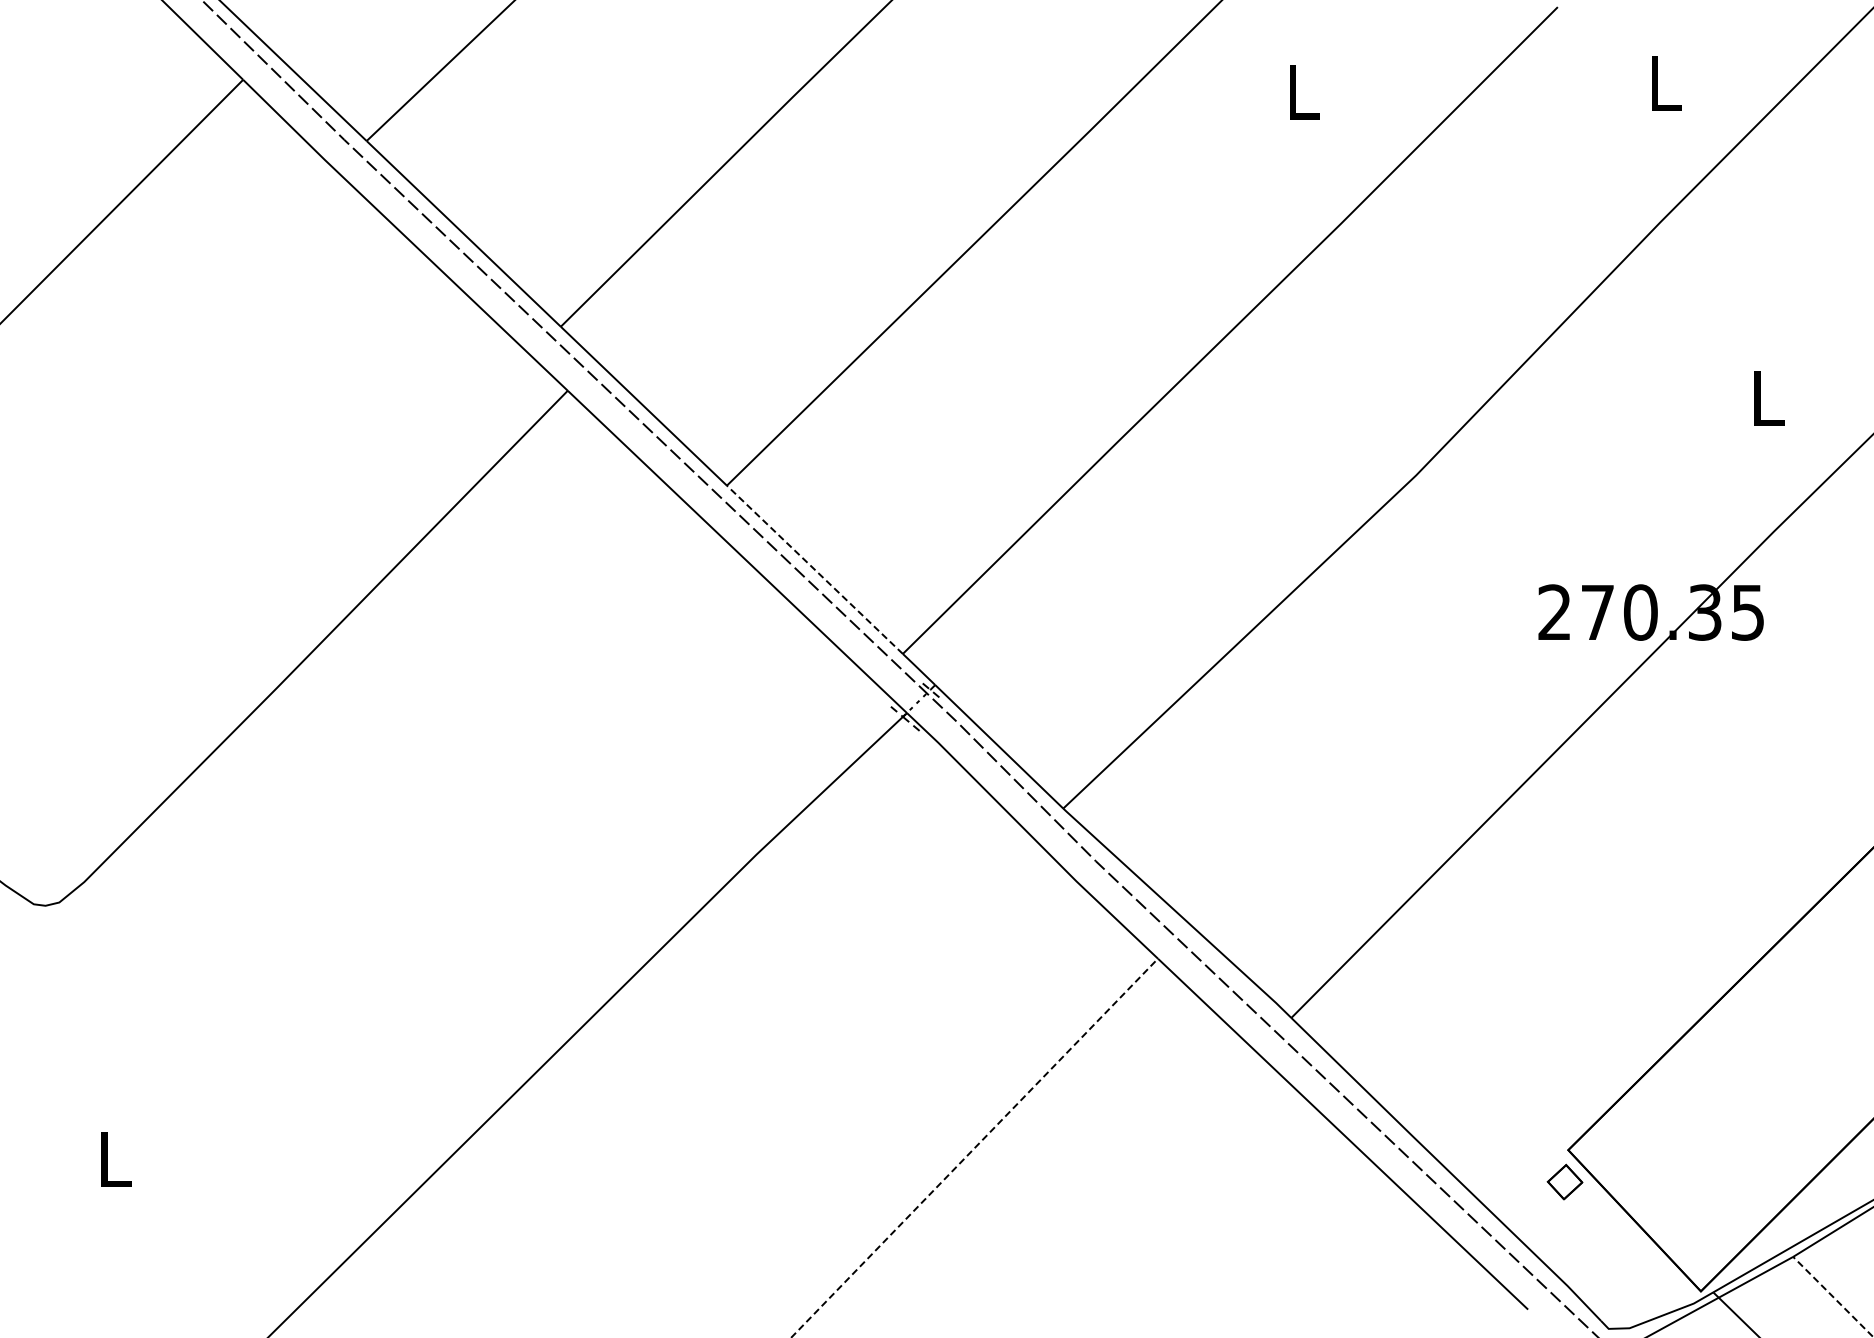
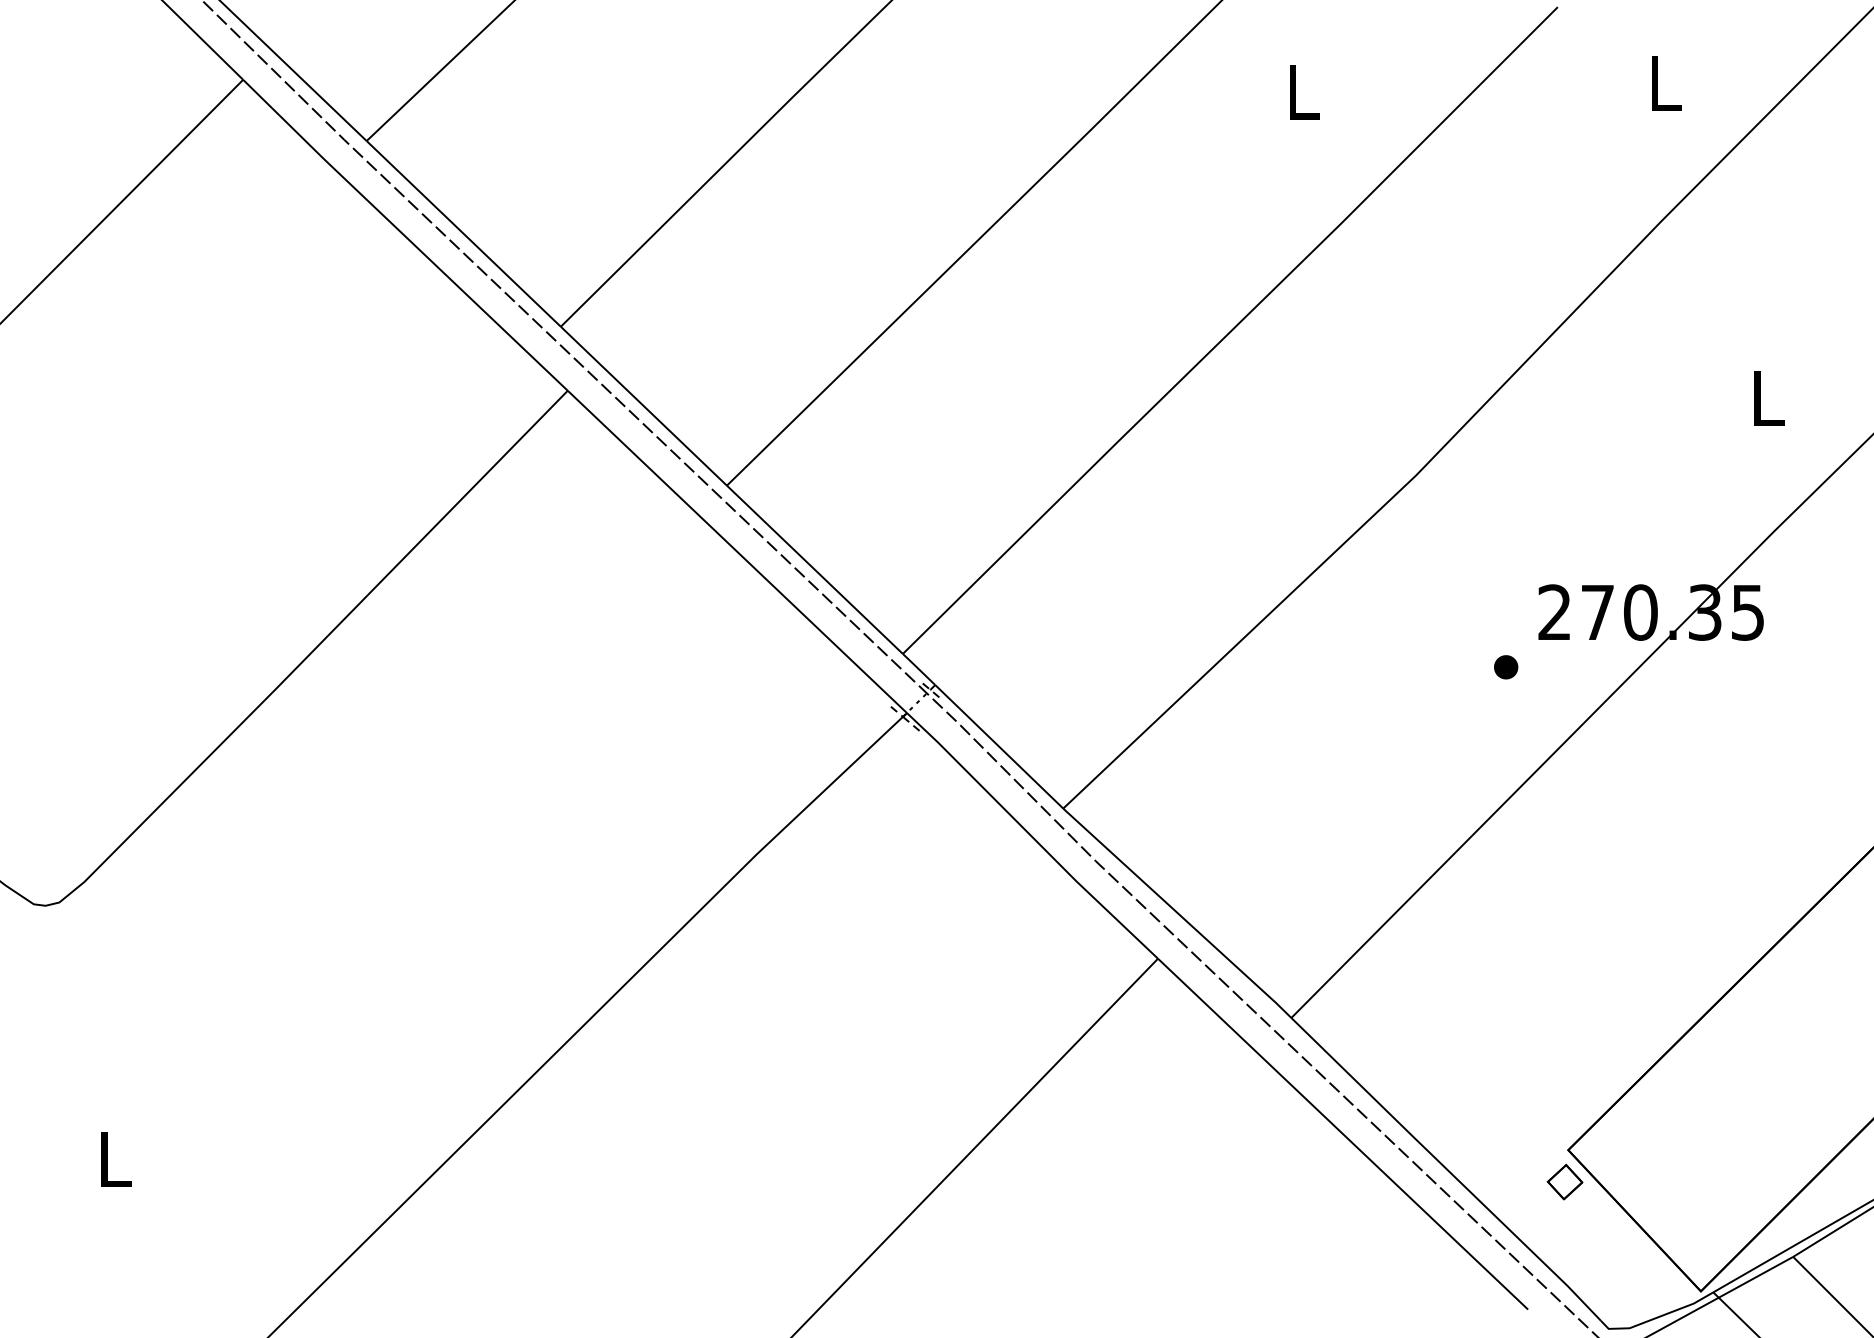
line at (814, 569): dashed -> solid
part at (1506, 667): none -> present
line at (974, 1148): dashed -> solid
line at (1833, 1297): dashed -> solid
